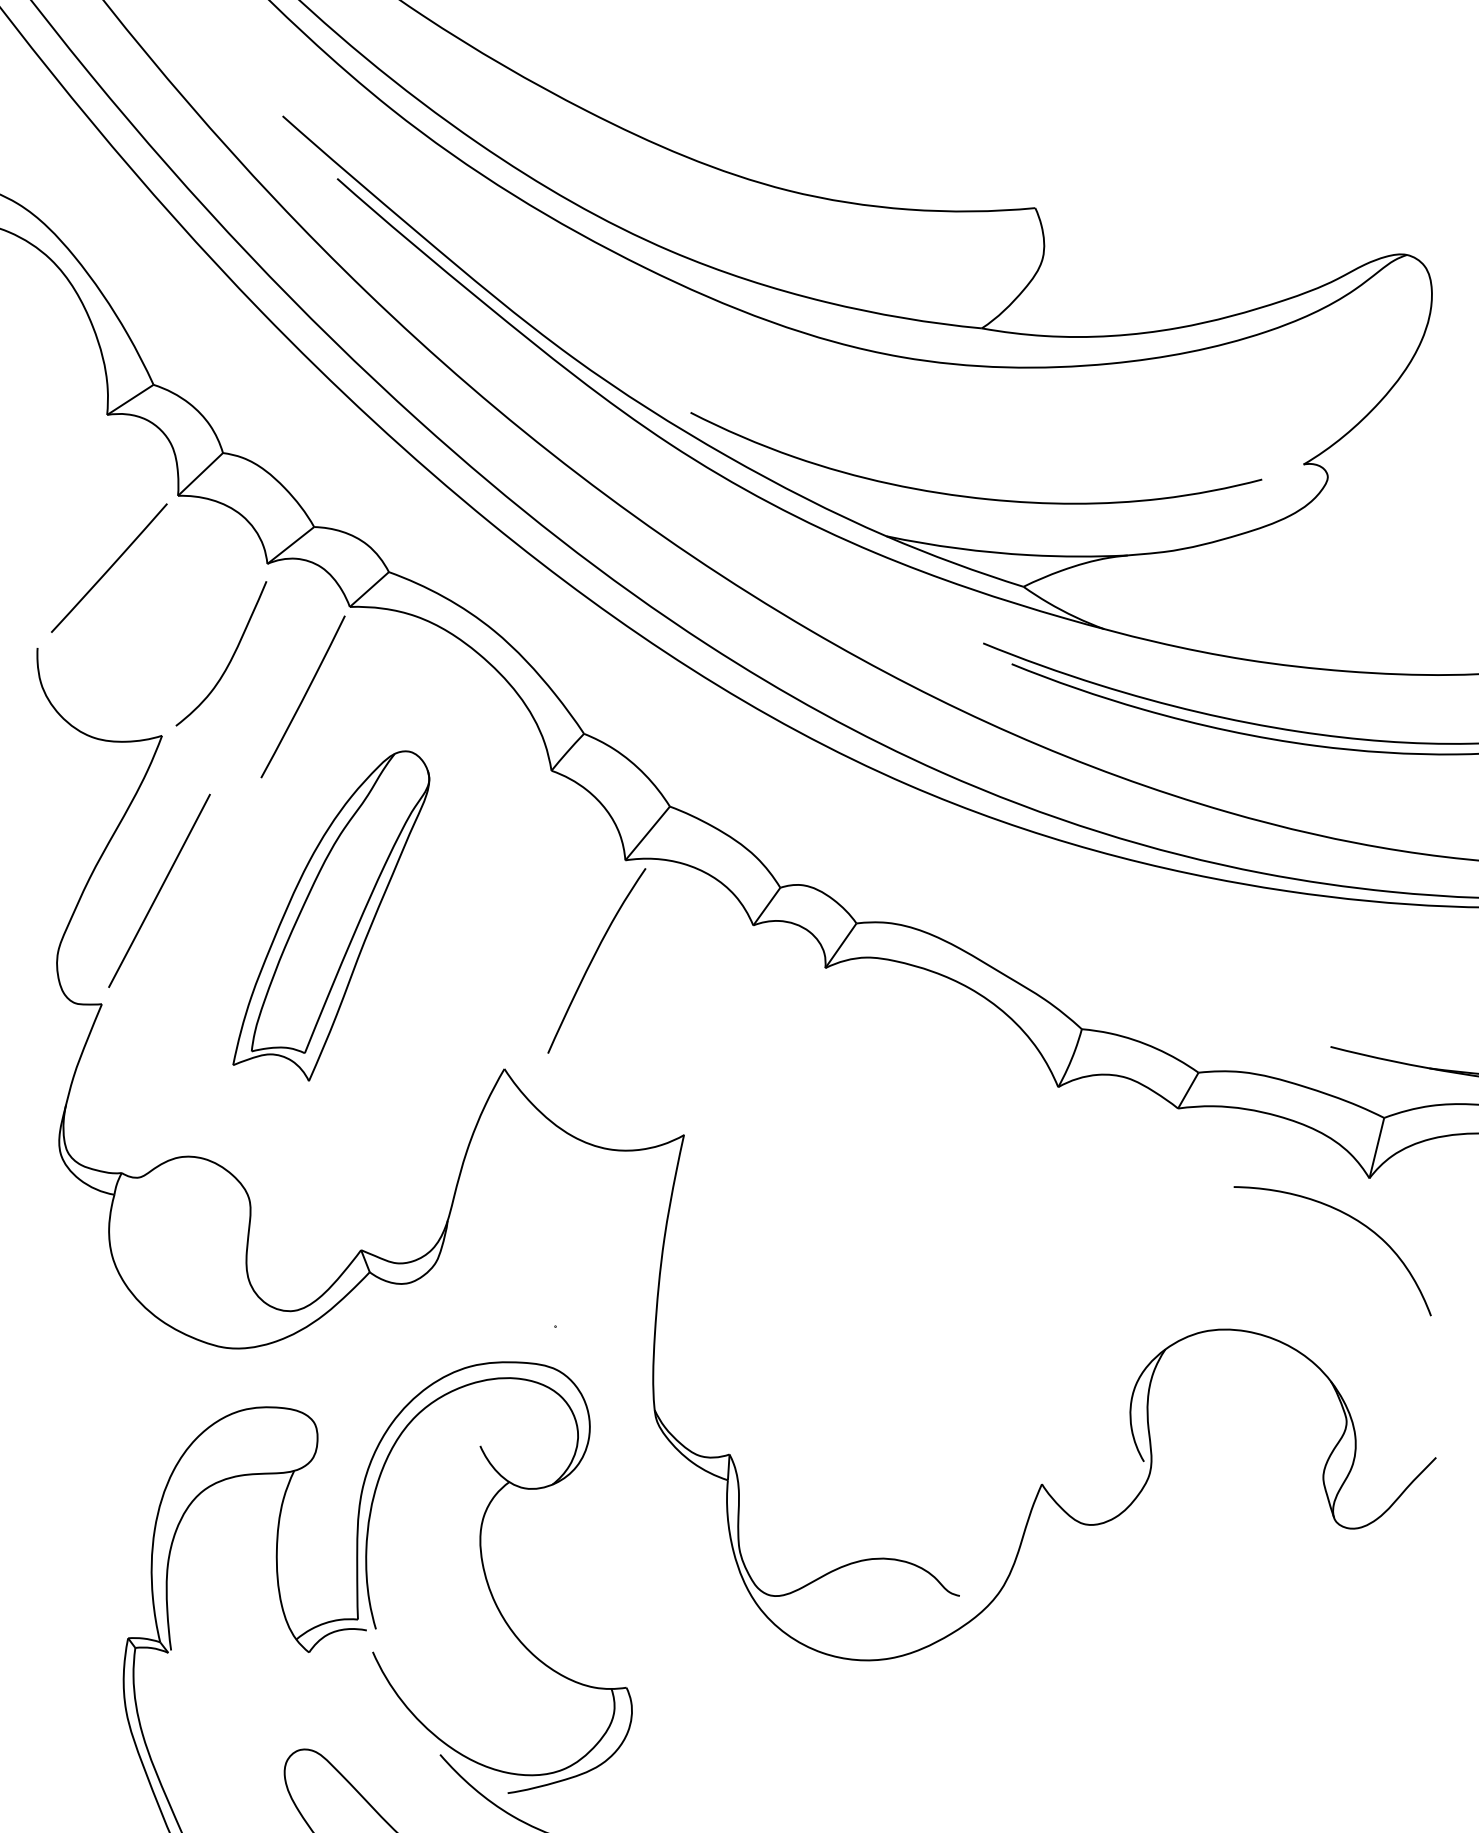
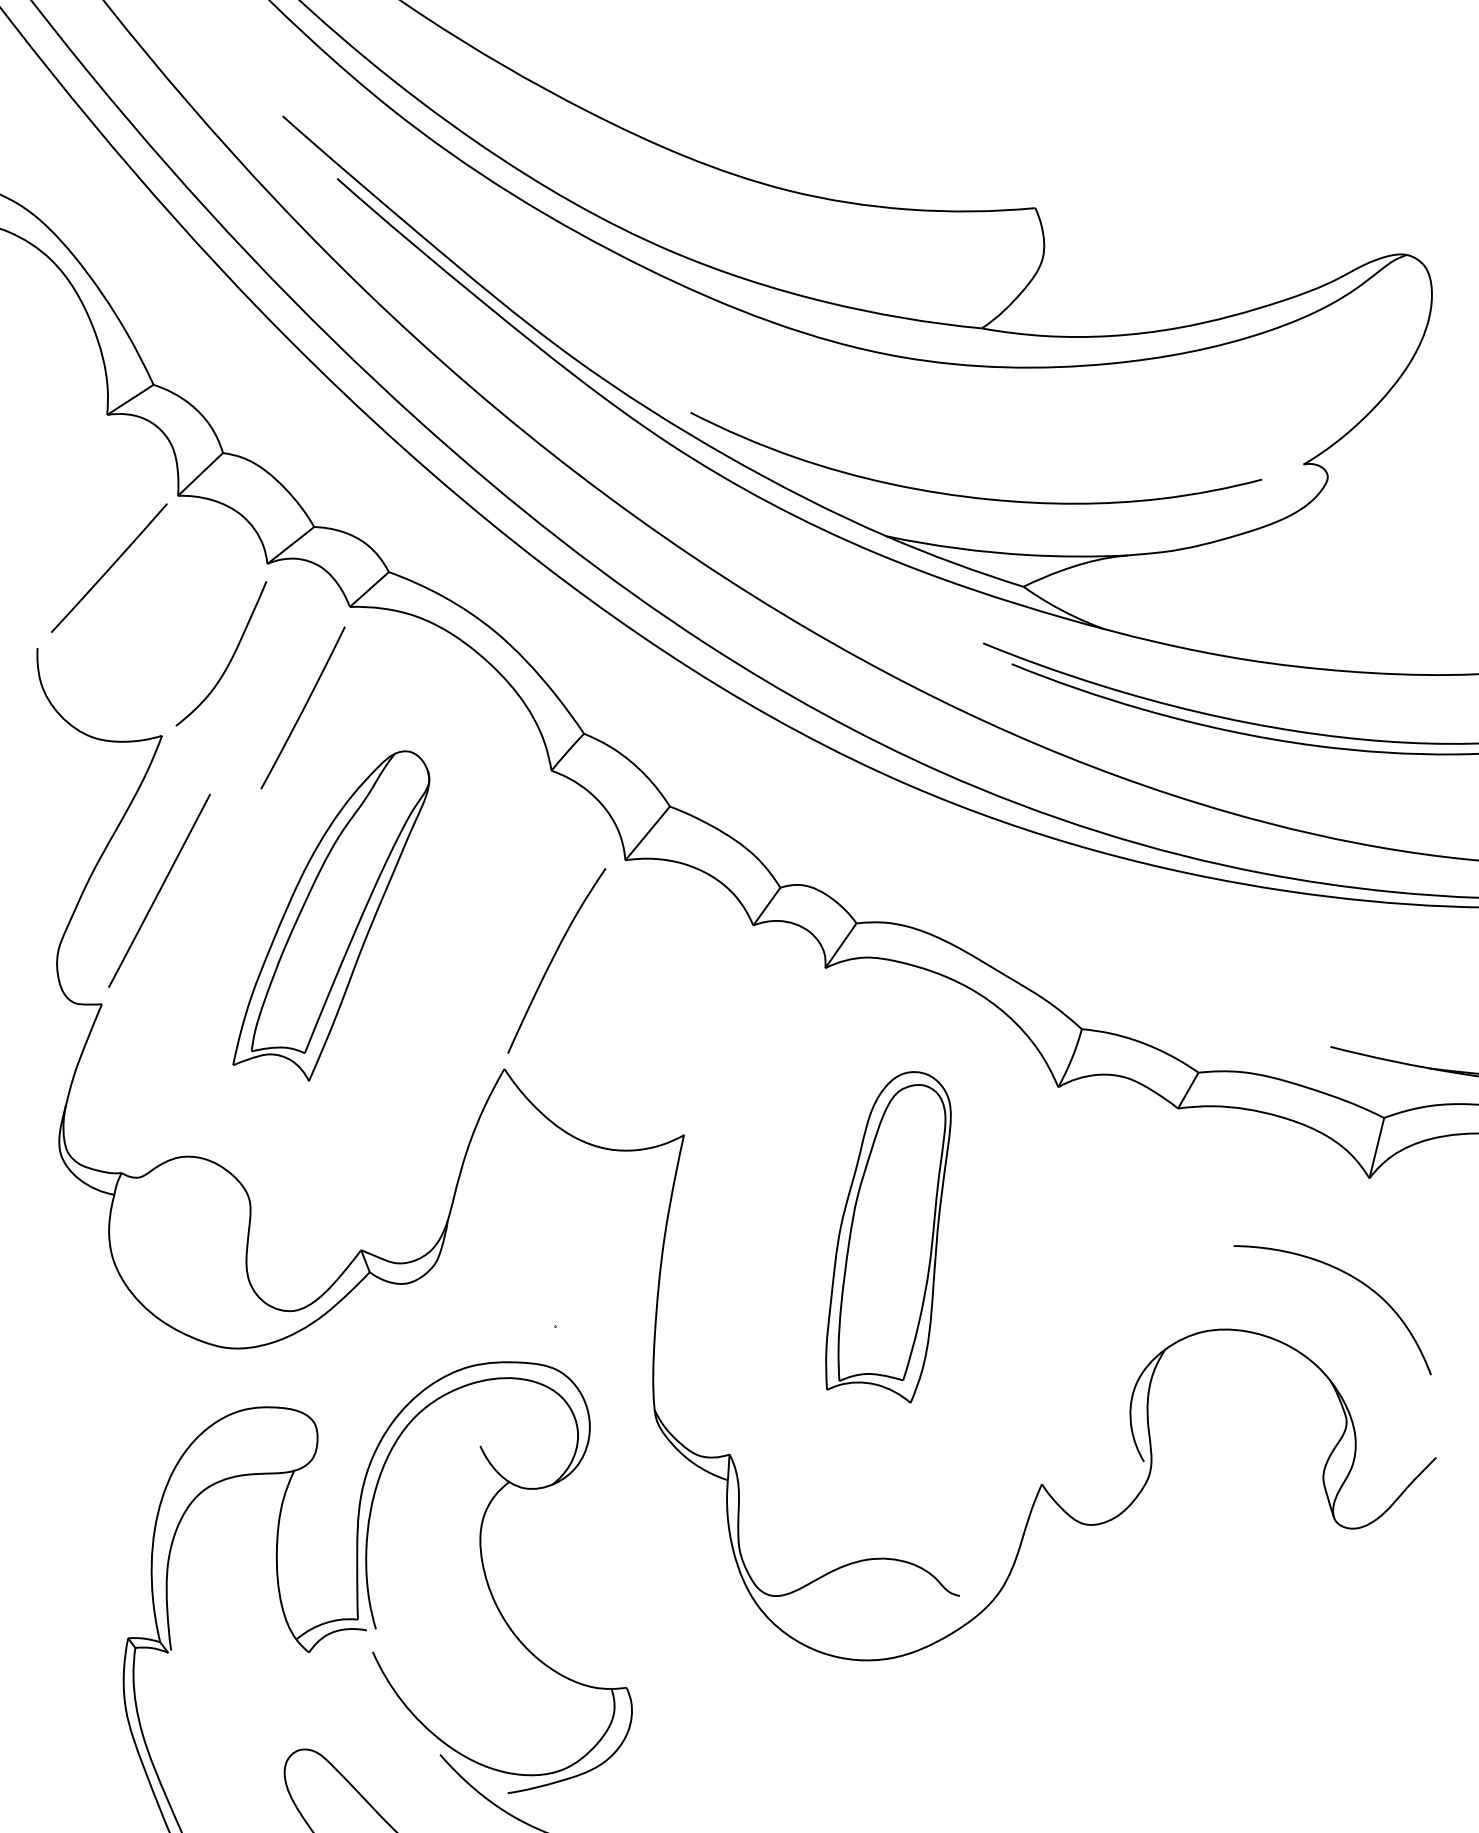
curve at (303, 696) position: (303, 696) -> (303, 707)
curve at (593, 959) position: (593, 959) -> (553, 959)
curve at (1351, 1218) position: (1351, 1218) -> (1351, 1277)
part at (888, 1237): none -> present
